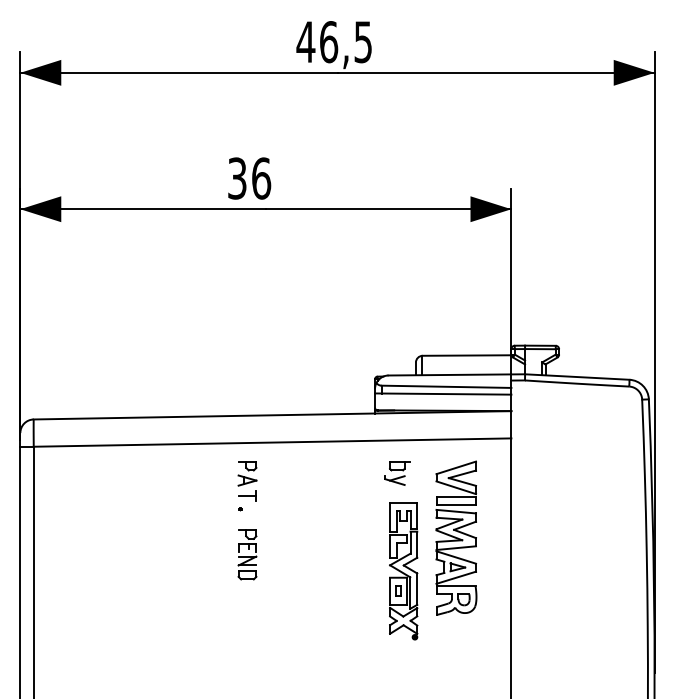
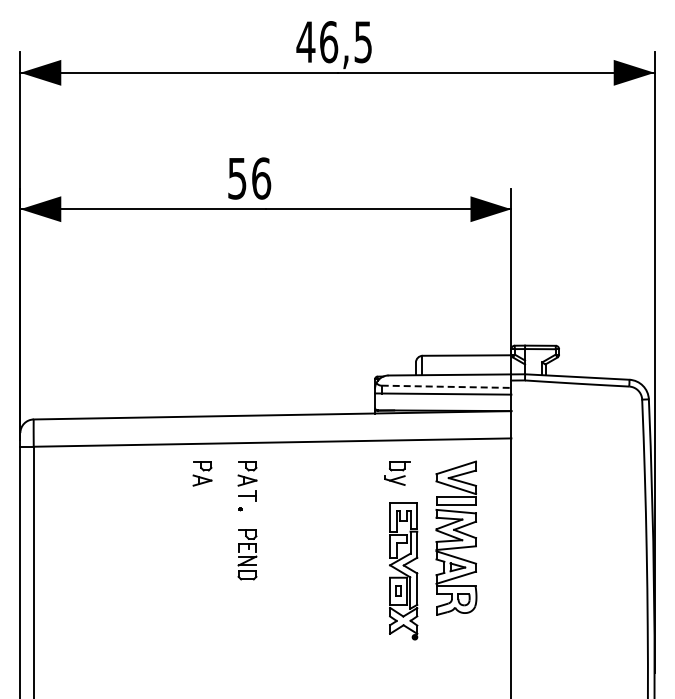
text at (237, 178): 36 -> 56
line at (446, 386): solid -> dashed
part at (202, 473): none -> present
